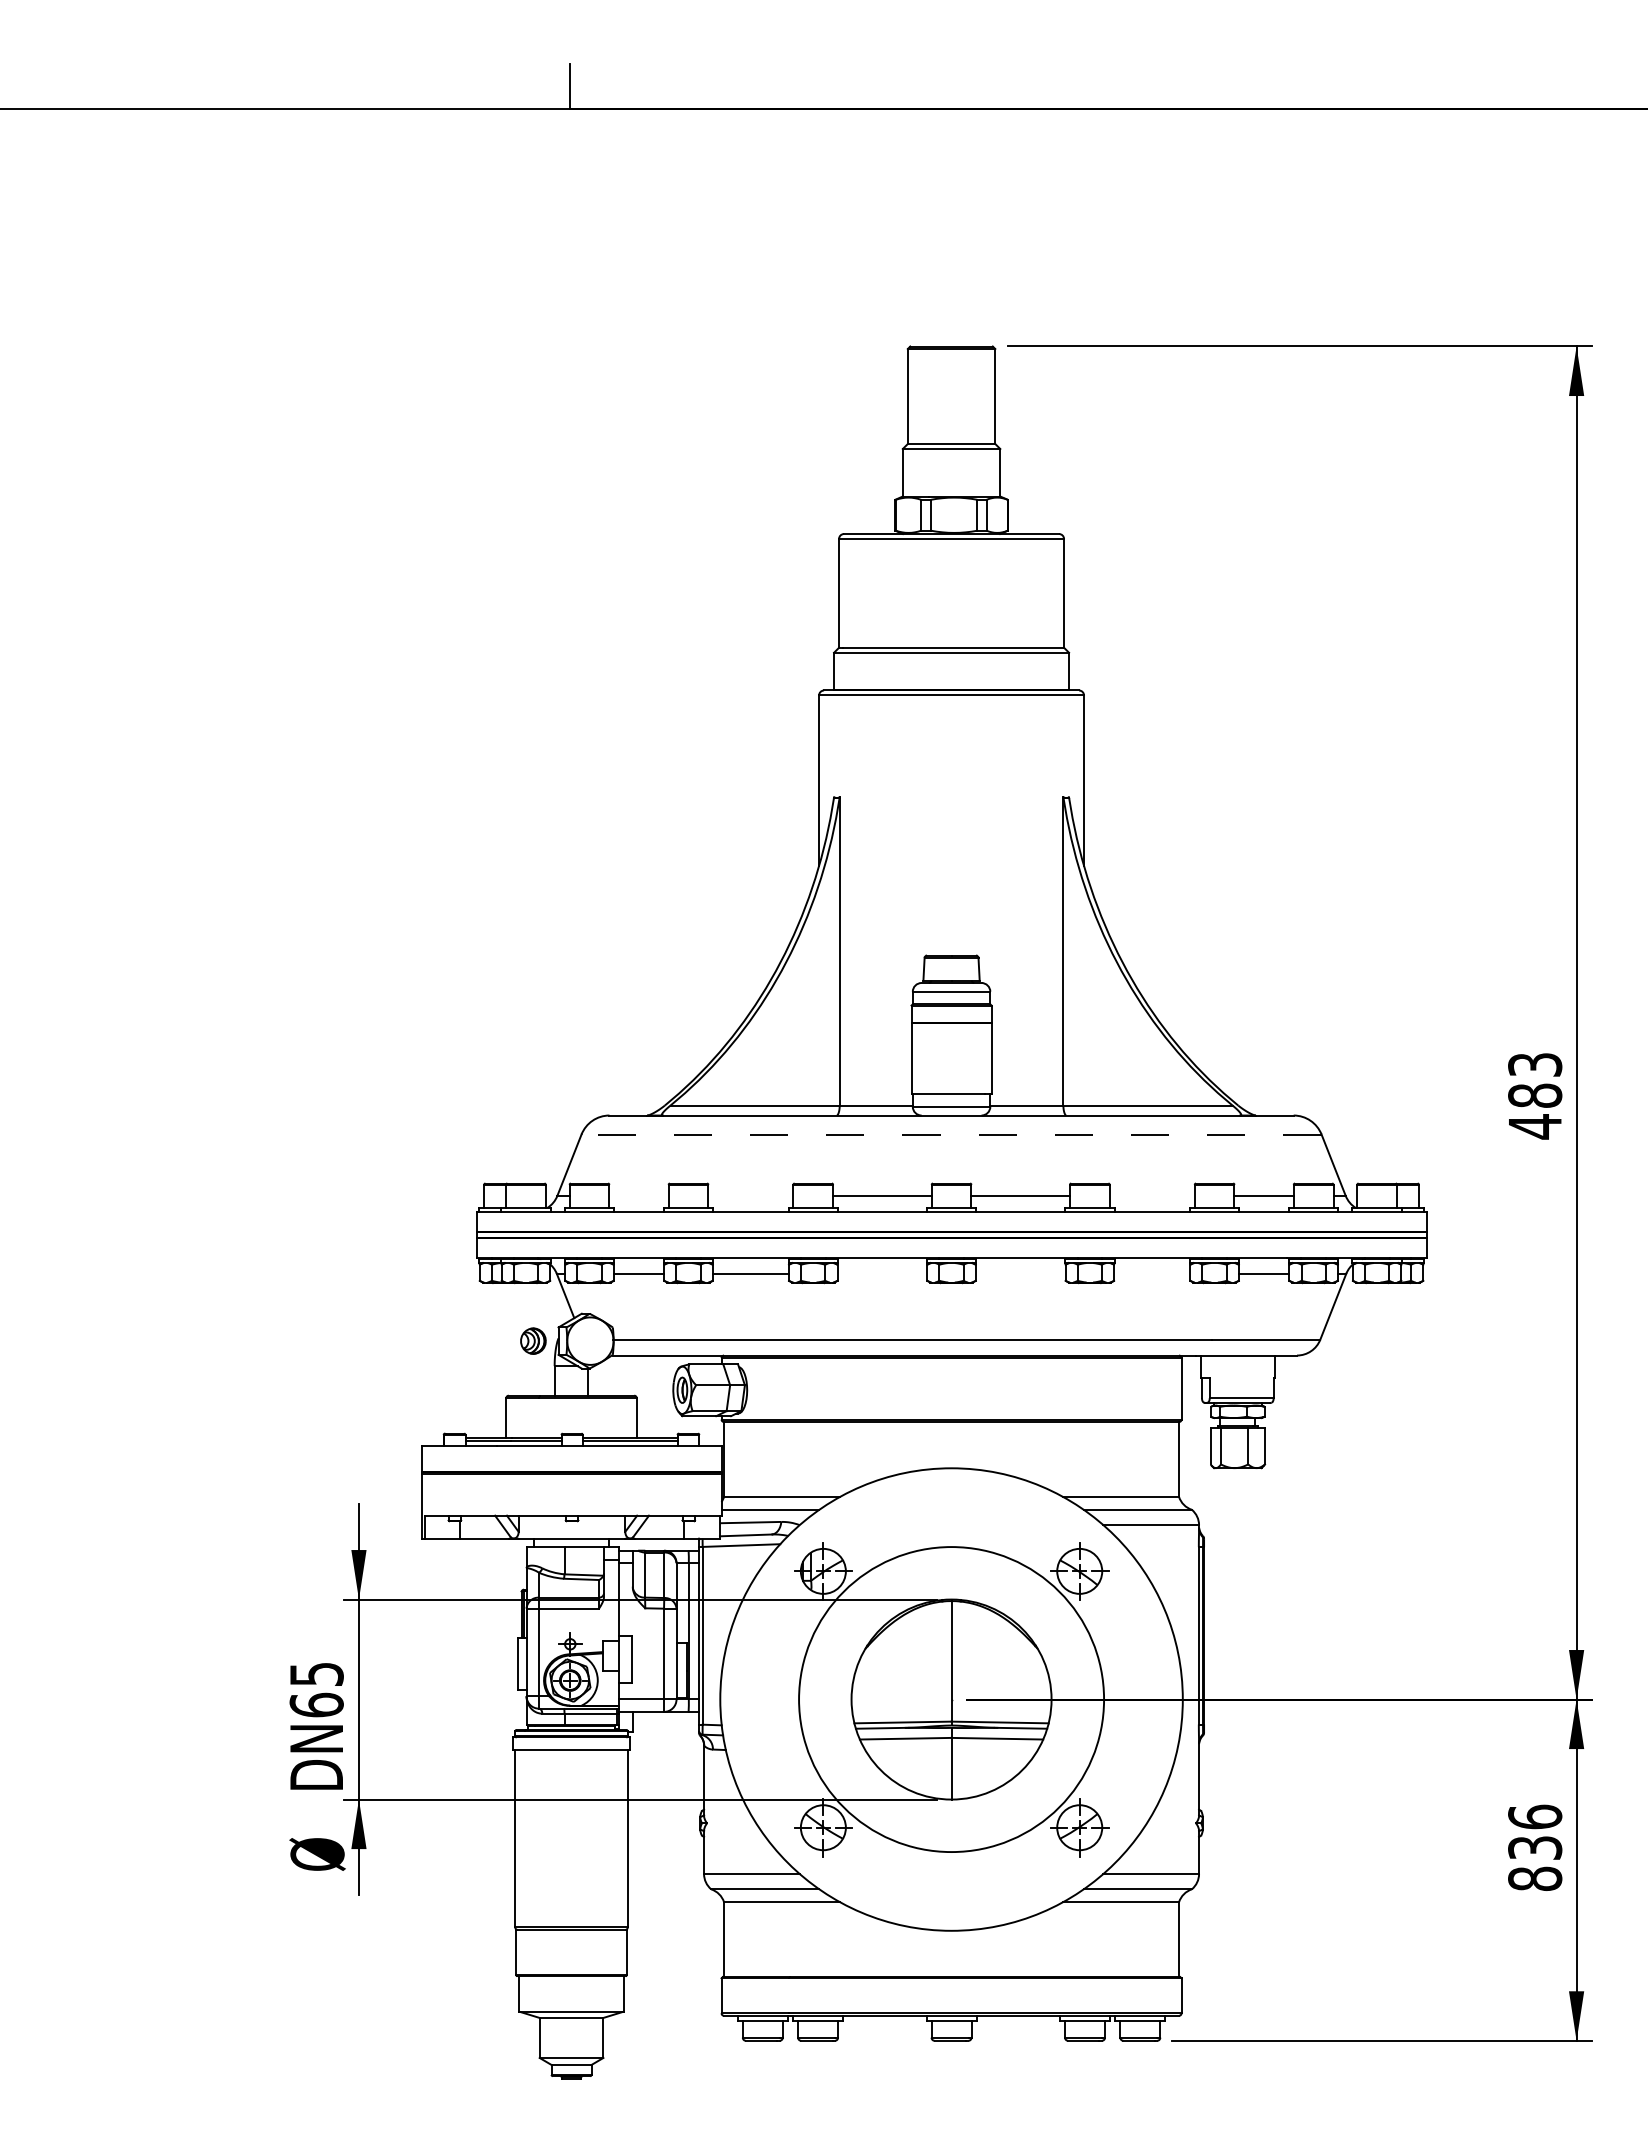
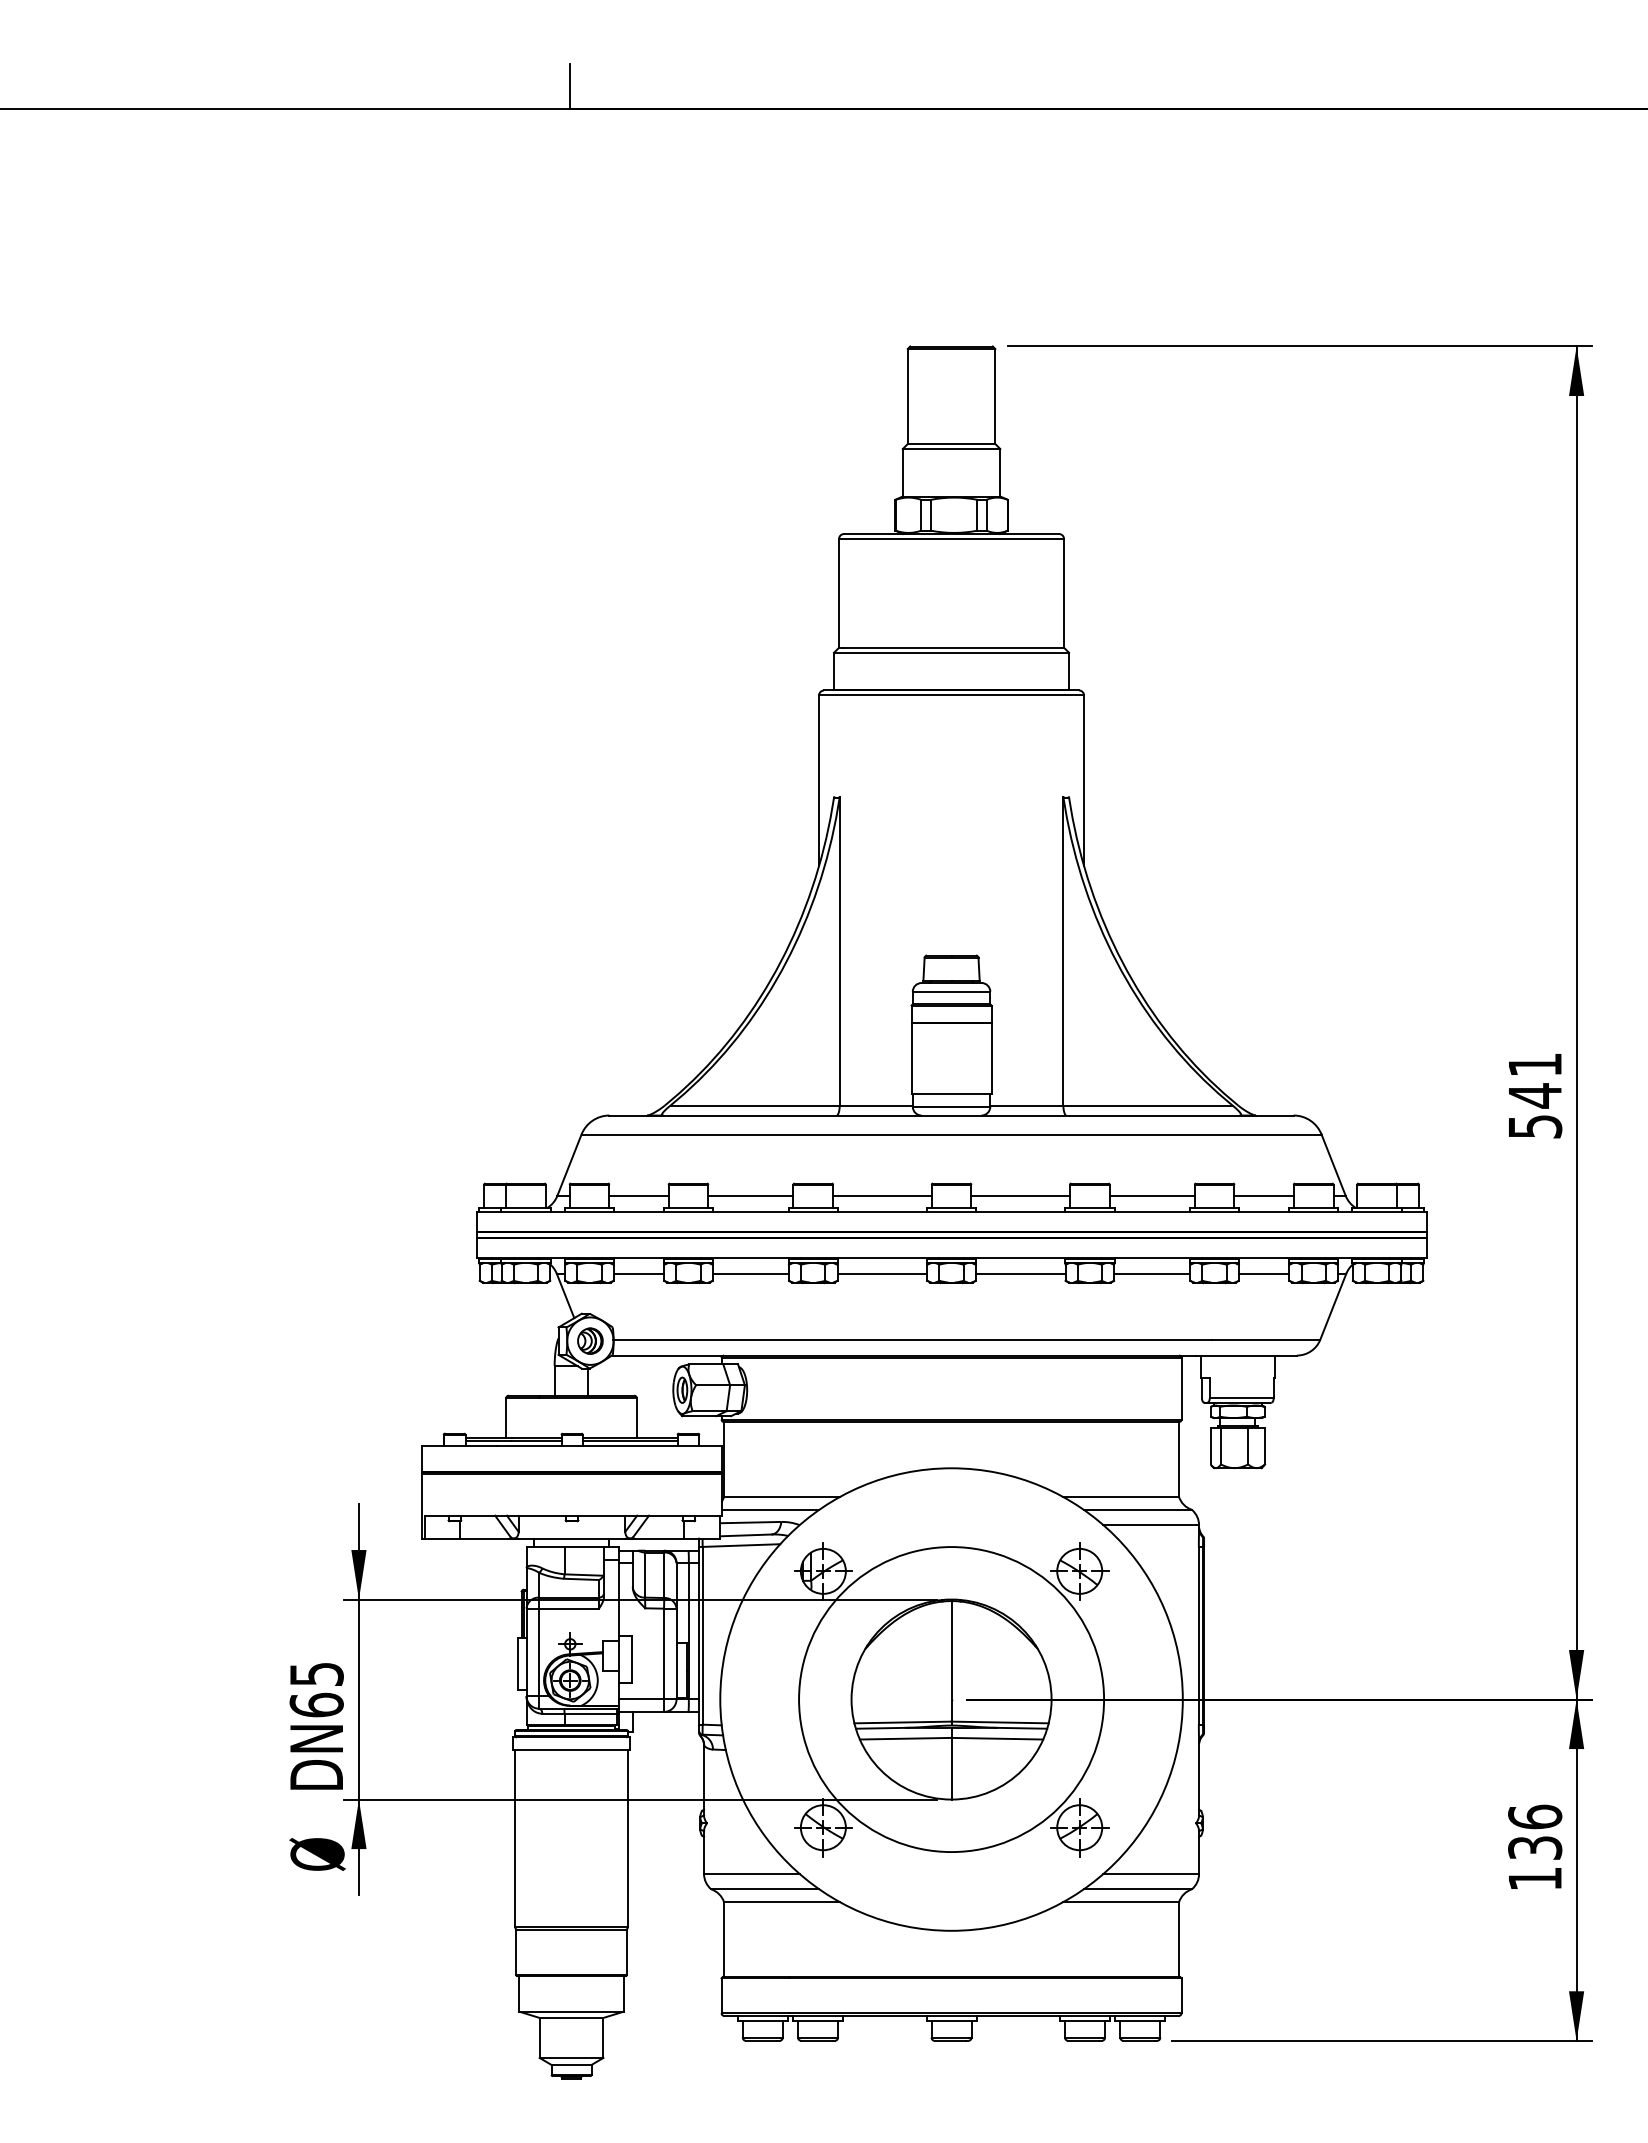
text at (1535, 1096): 483 -> 541
line at (951, 1134): dashed -> solid
line at (638, 1195): none -> present
line at (750, 1195): none -> present
line at (1151, 1195): none -> present
line at (882, 1273): none -> present
line at (1020, 1273): none -> present
line at (1152, 1273): none -> present
part at (533, 1340) position: (533, 1340) -> (590, 1340)
text at (1535, 1878): 836 -> 136
